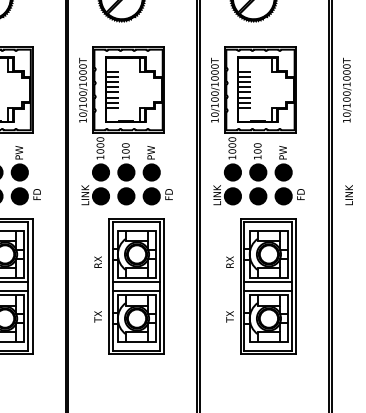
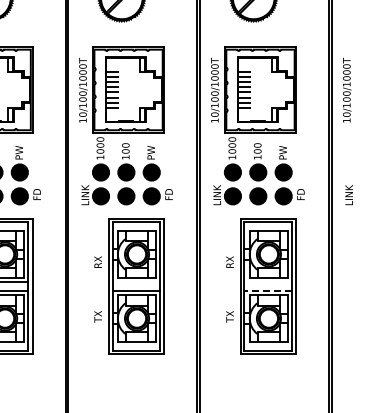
line at (136, 282): present -> none
line at (268, 282): present -> none
line at (268, 290): solid -> dashed
